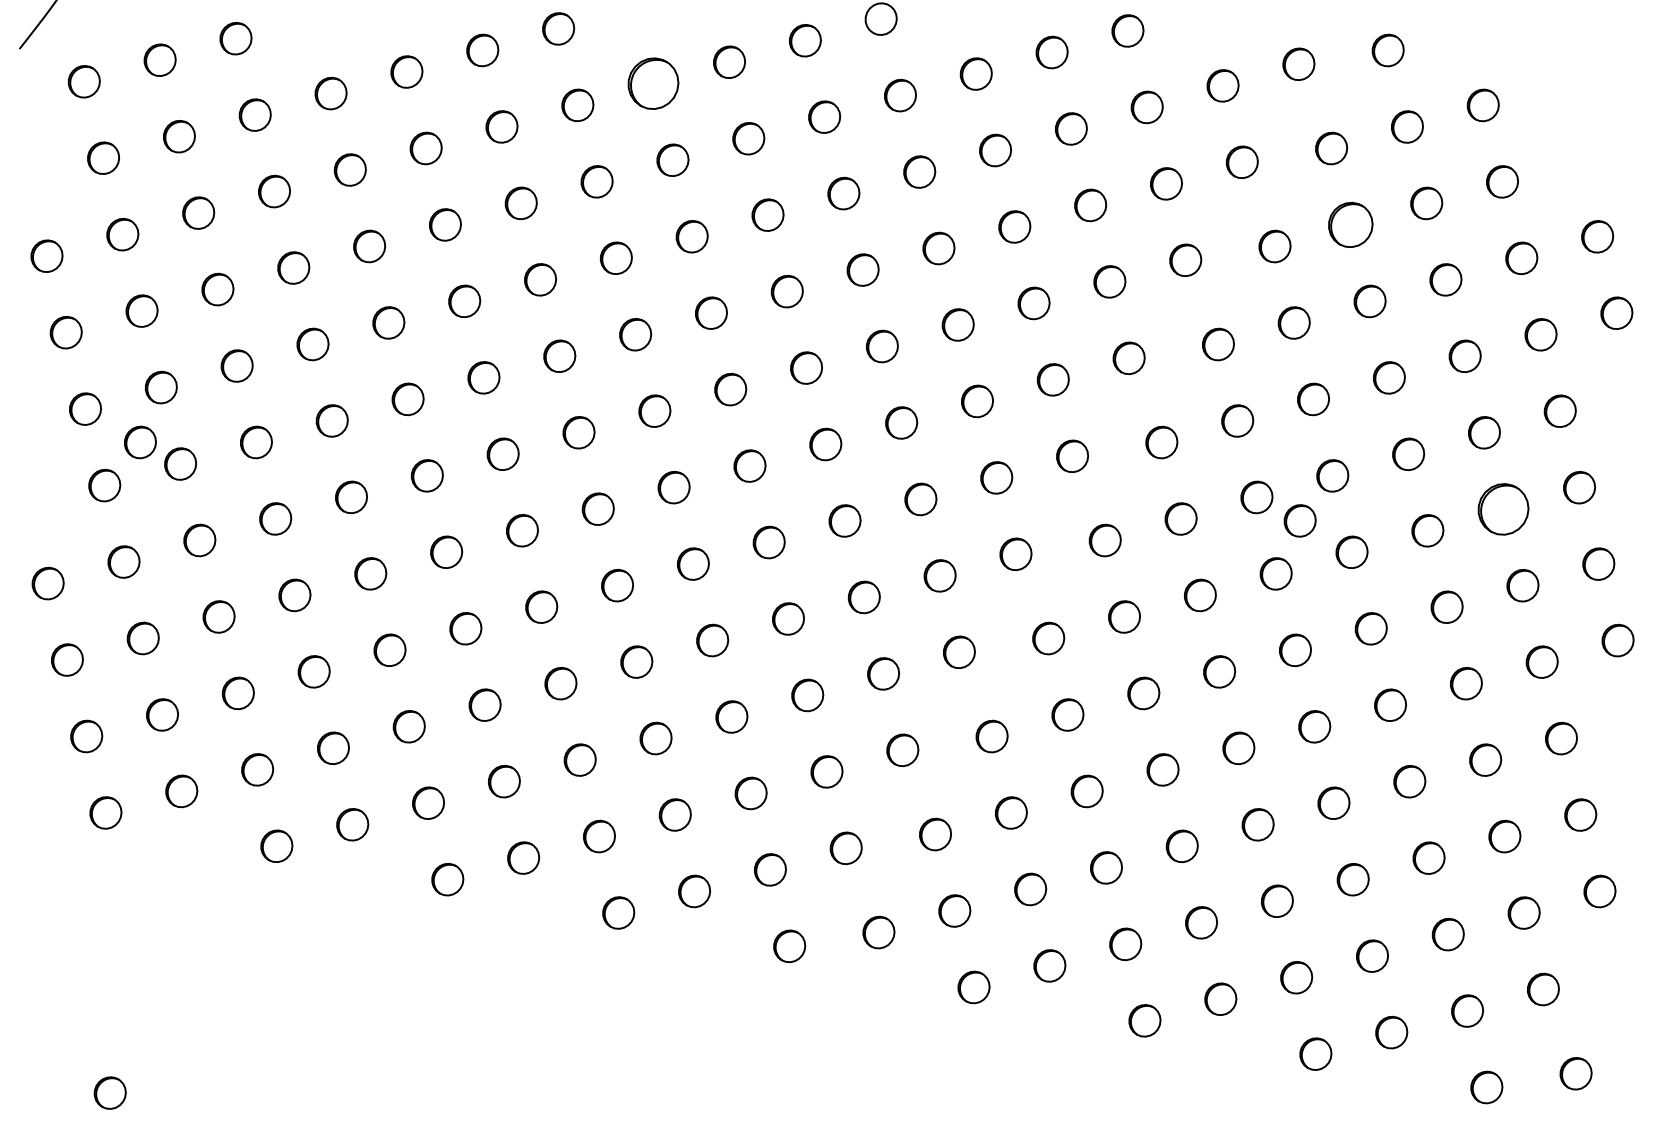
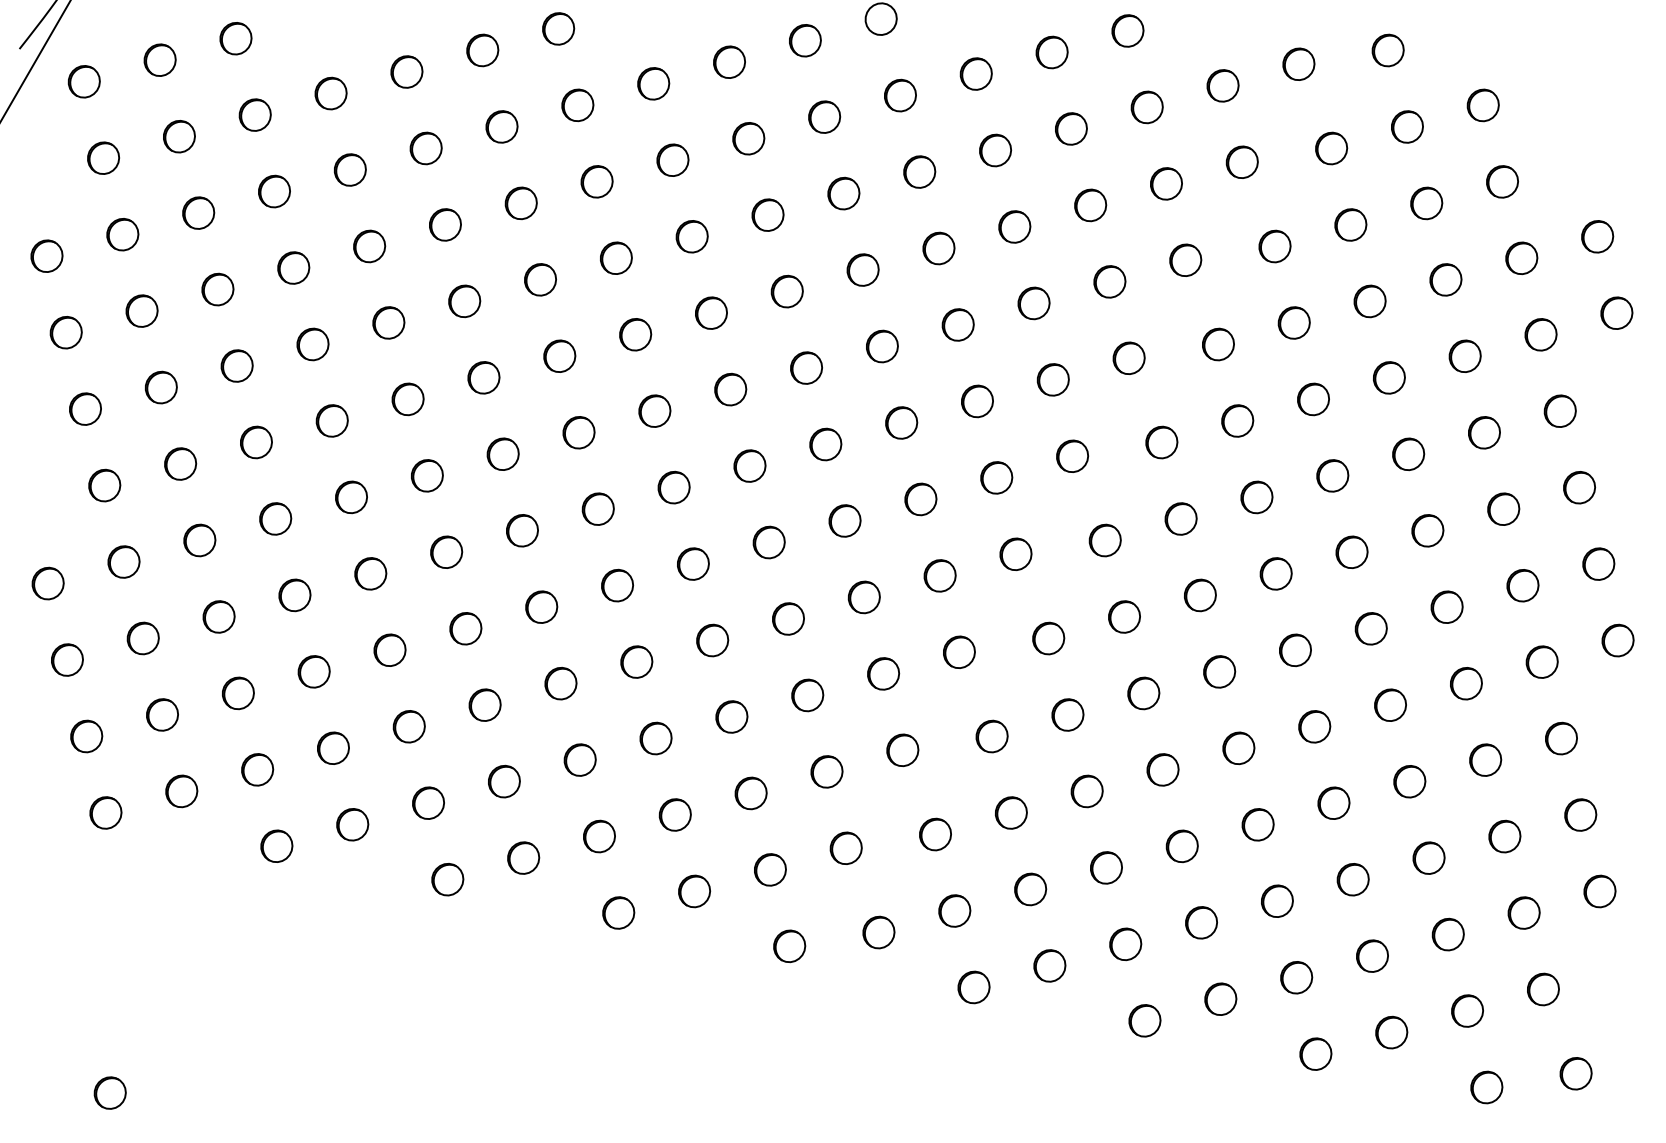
line at (35, 60): none -> present
part at (653, 83) size: 53x53 px -> 34x34 px
part at (1350, 224) size: 46x47 px -> 34x34 px
part at (140, 442): present -> none
part at (1503, 509) size: 53x53 px -> 34x34 px
part at (1299, 520): present -> none
